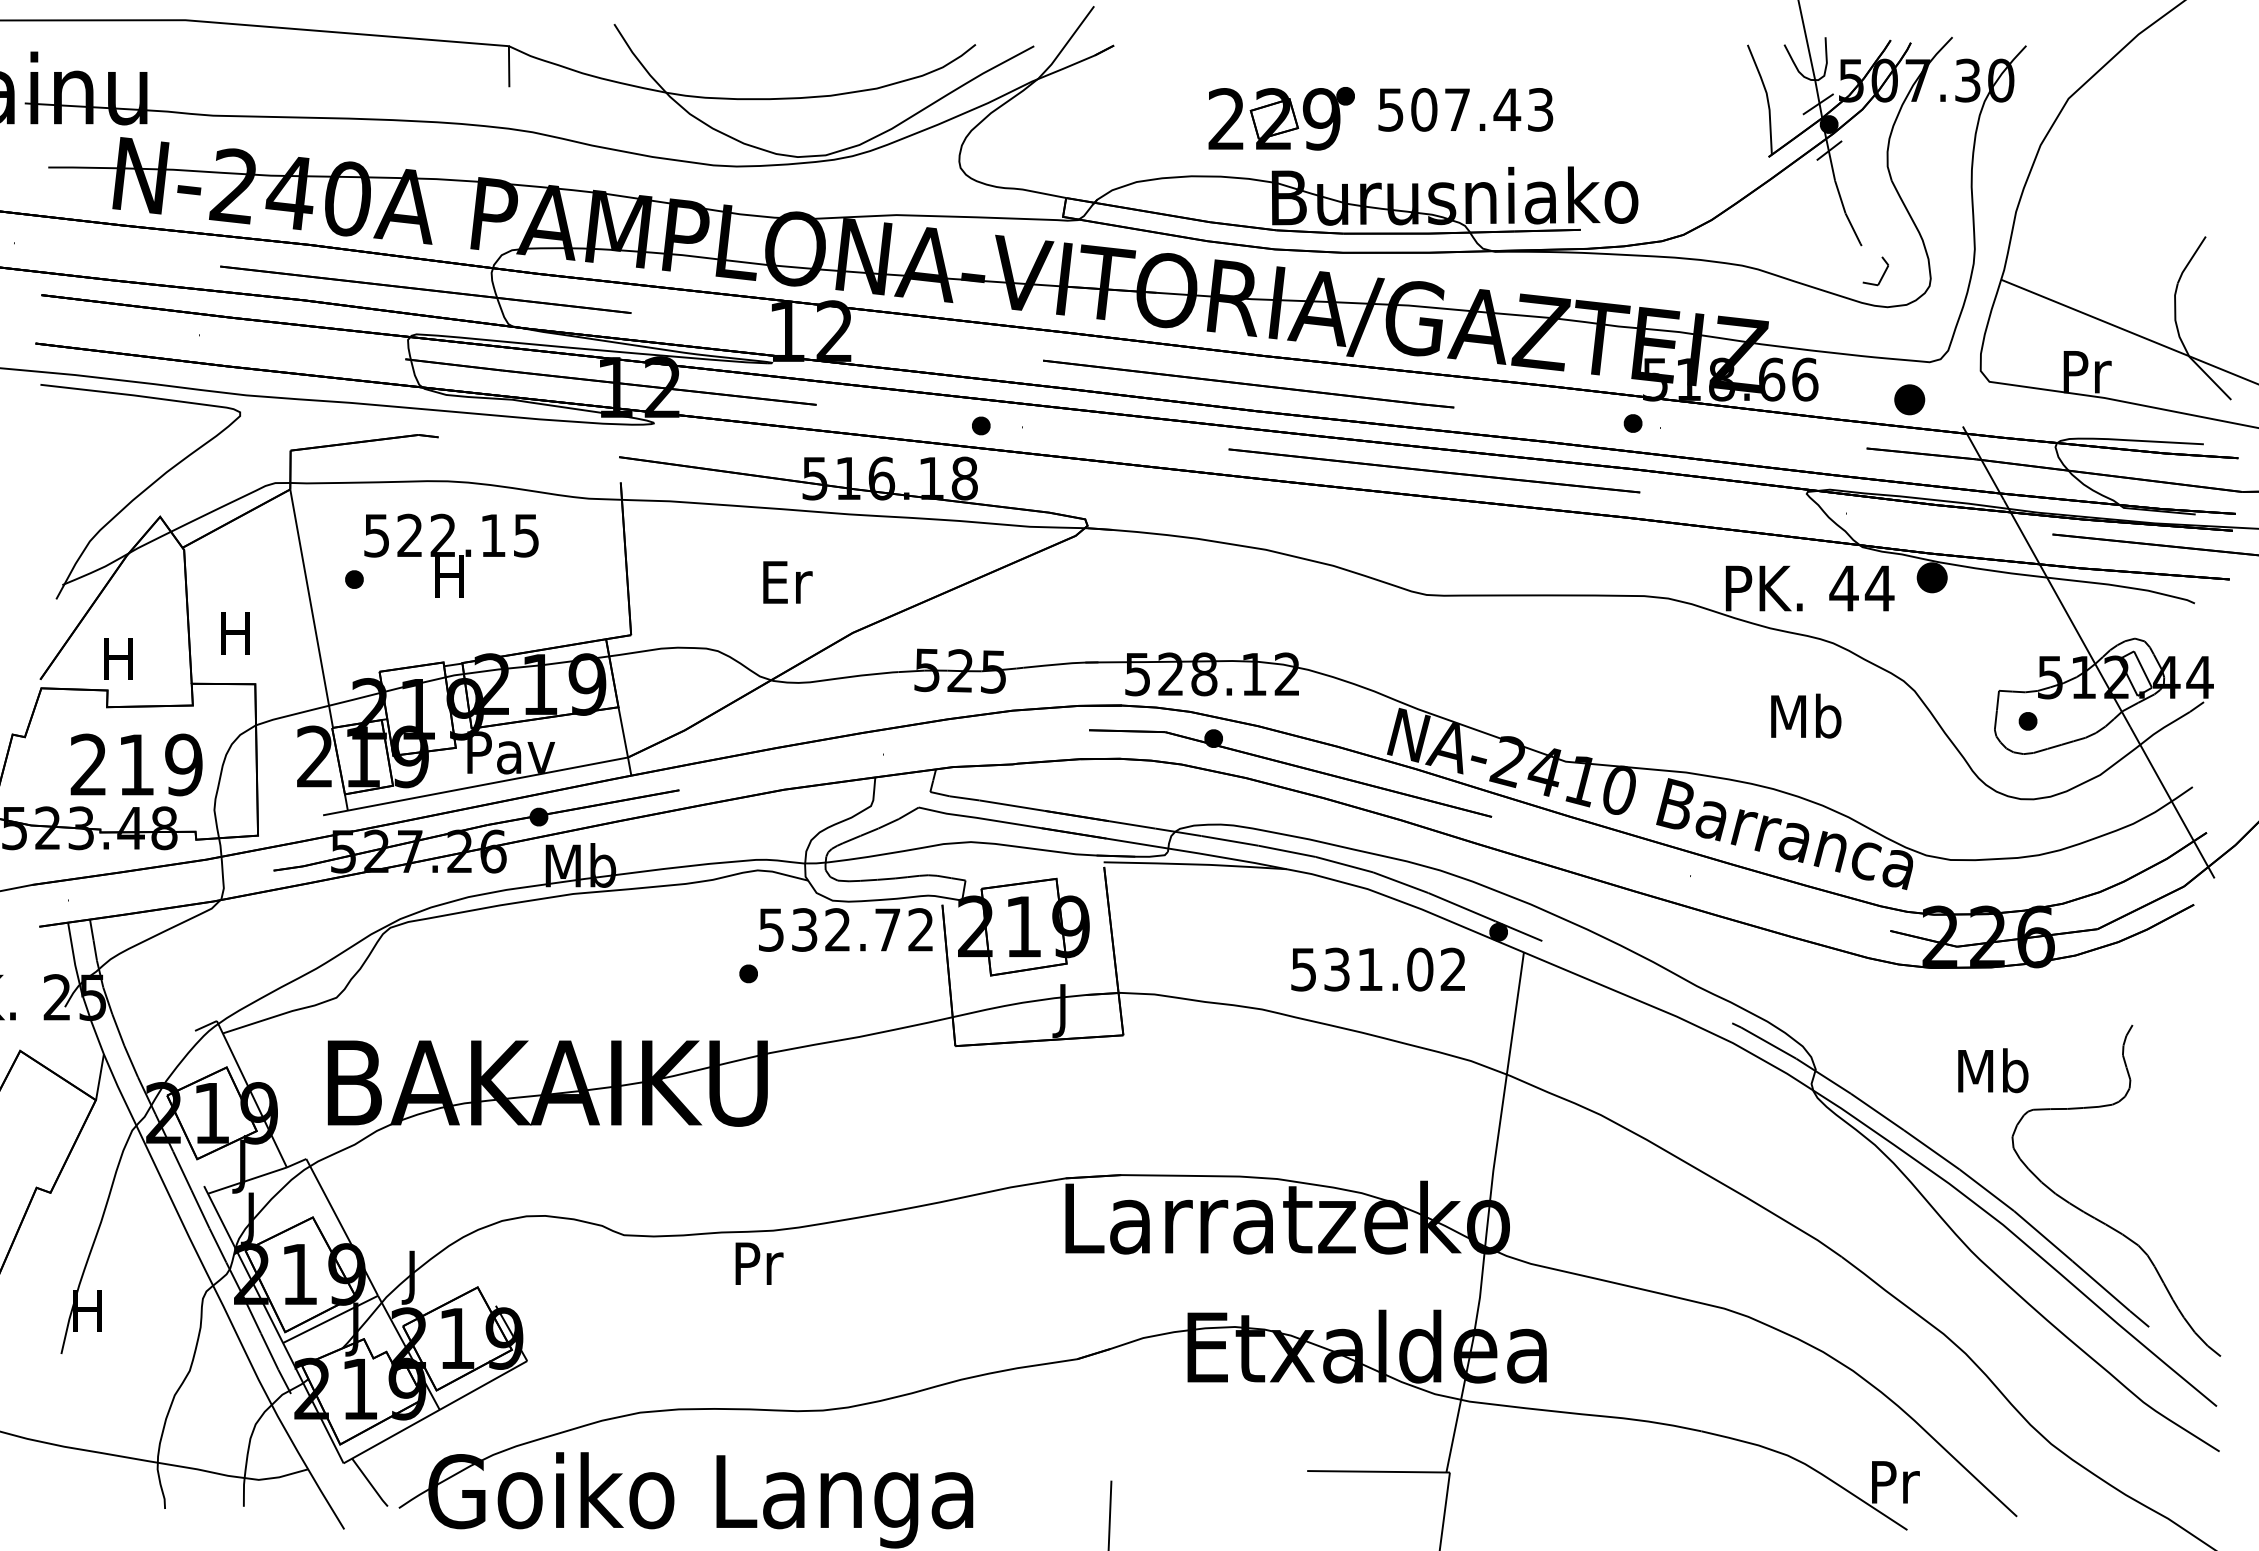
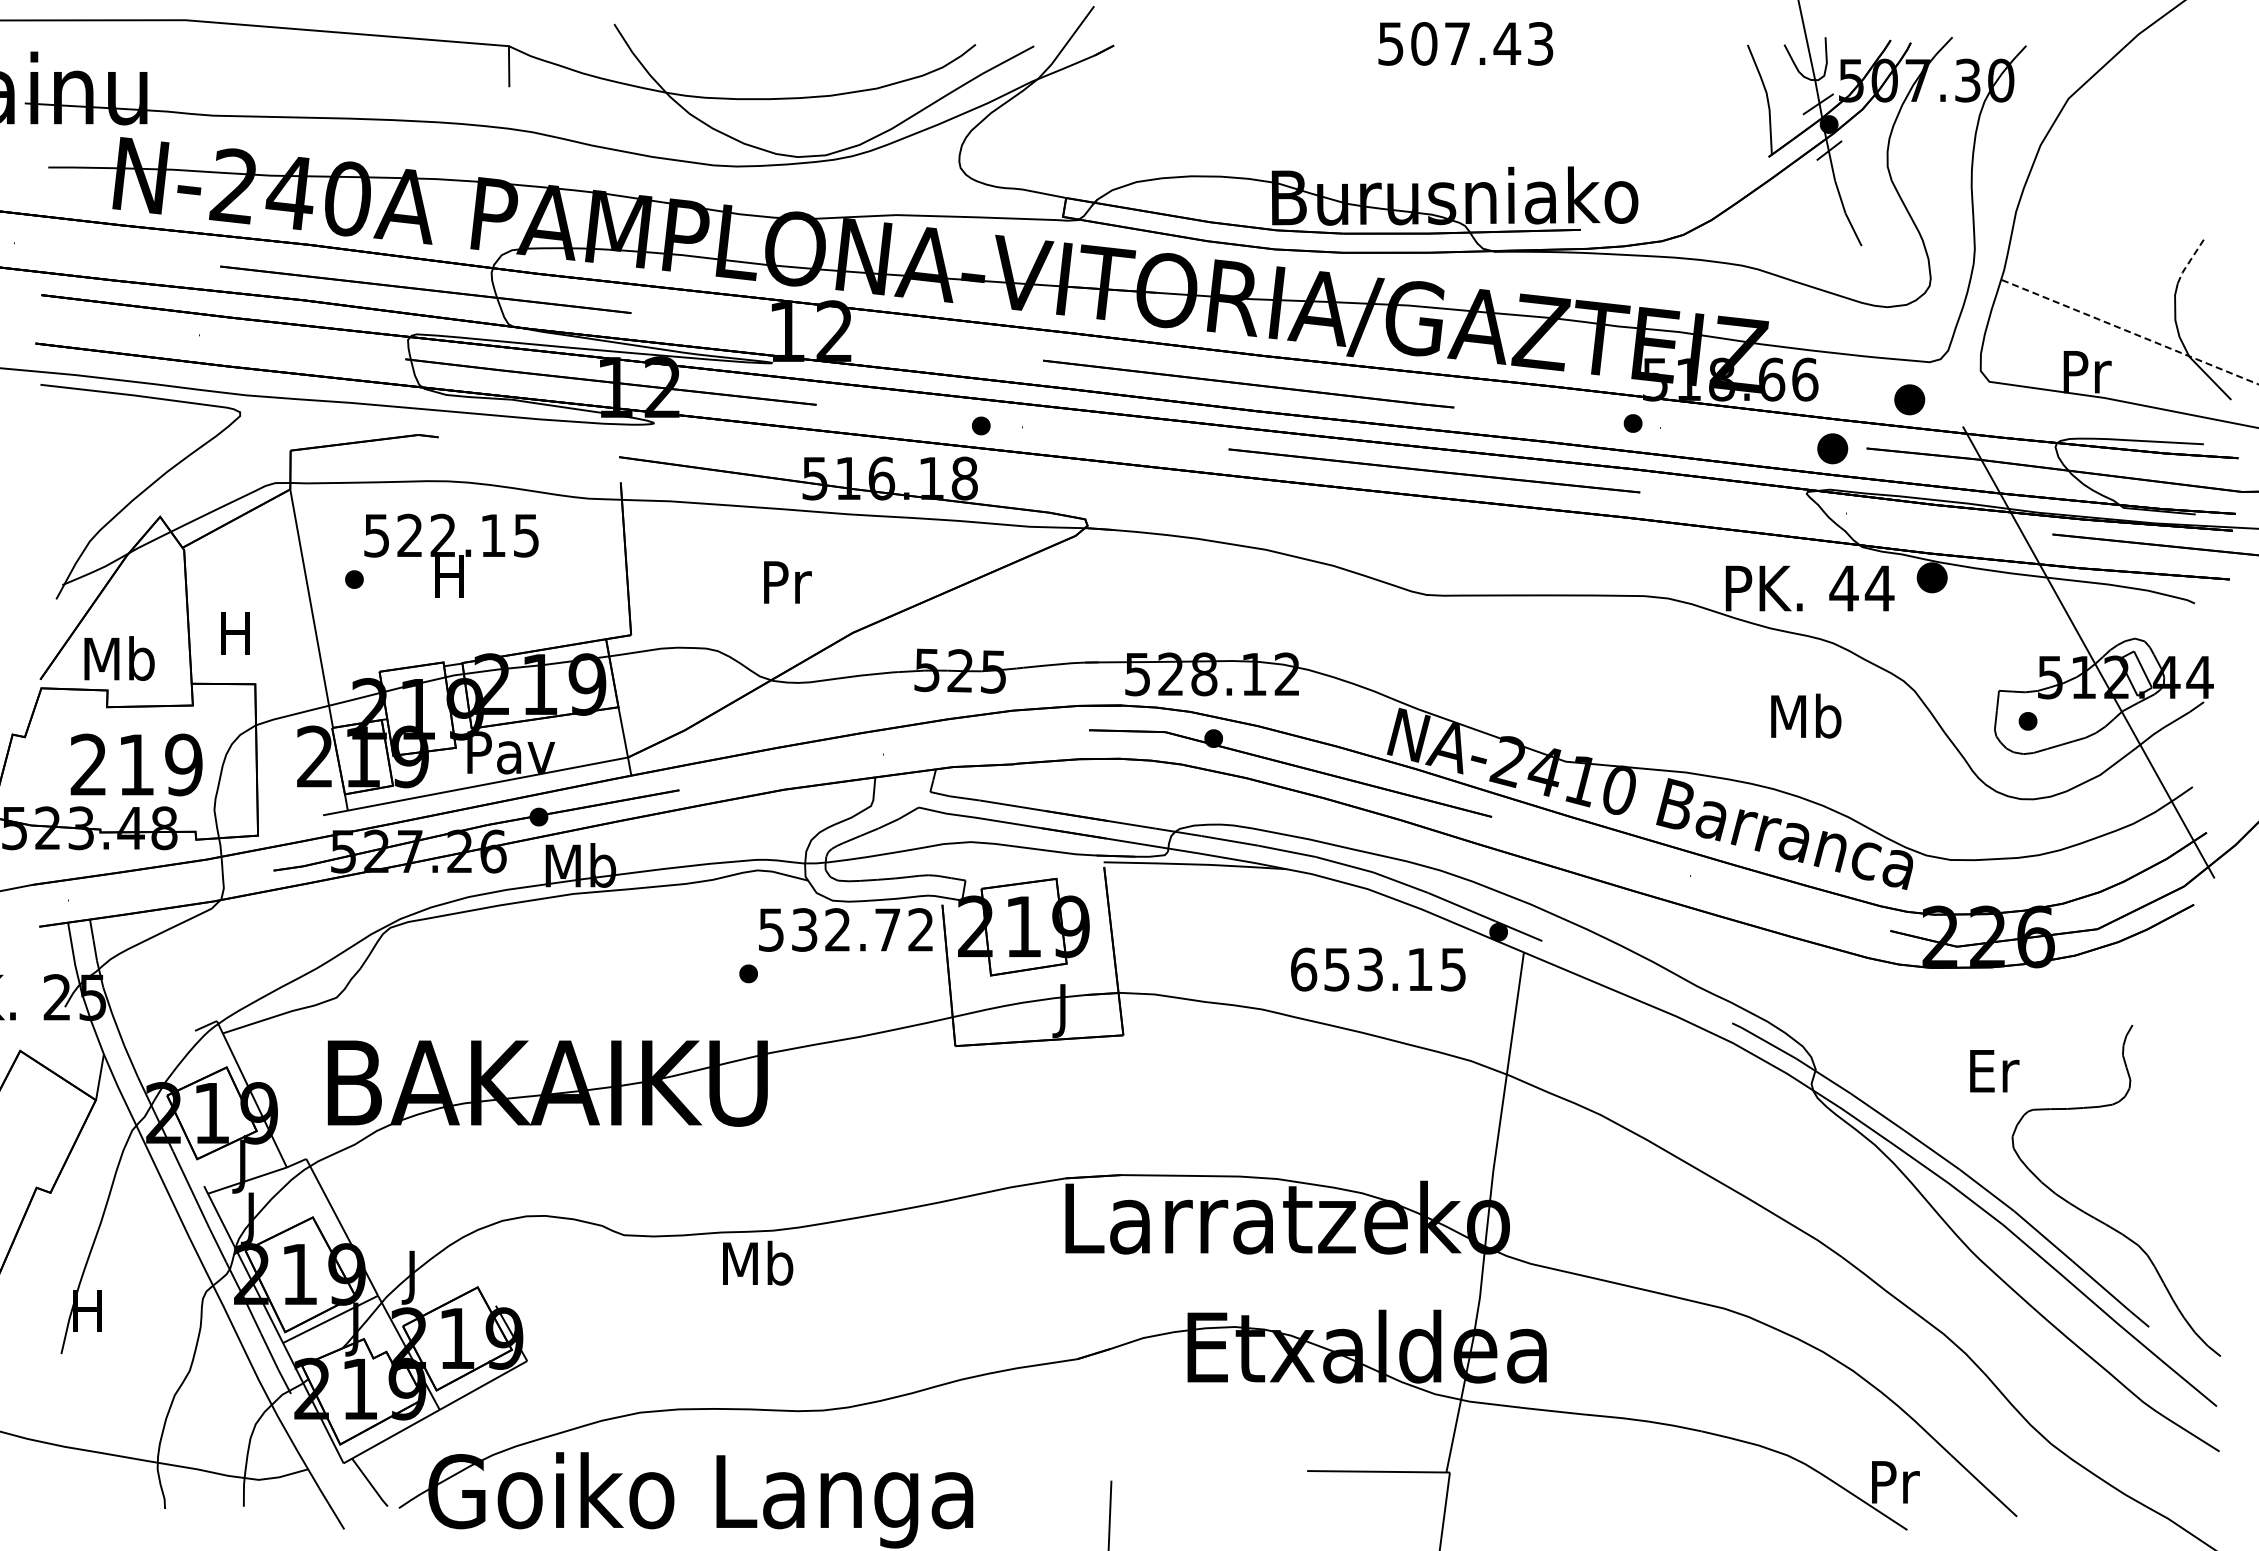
text at (1465, 109) position: (1465, 109) -> (1465, 43)
part at (1281, 118): present -> none
line at (2190, 260): solid -> dashed
line at (1882, 274): present -> none
line at (2129, 332): solid -> dashed
part at (1832, 448): none -> present
text at (787, 582): Er -> Pr
text at (119, 658): H -> Mb
text at (1378, 969): 531.02 -> 653.15
text at (1993, 1070): Mb -> Er
text at (758, 1262): Pr -> Mb
